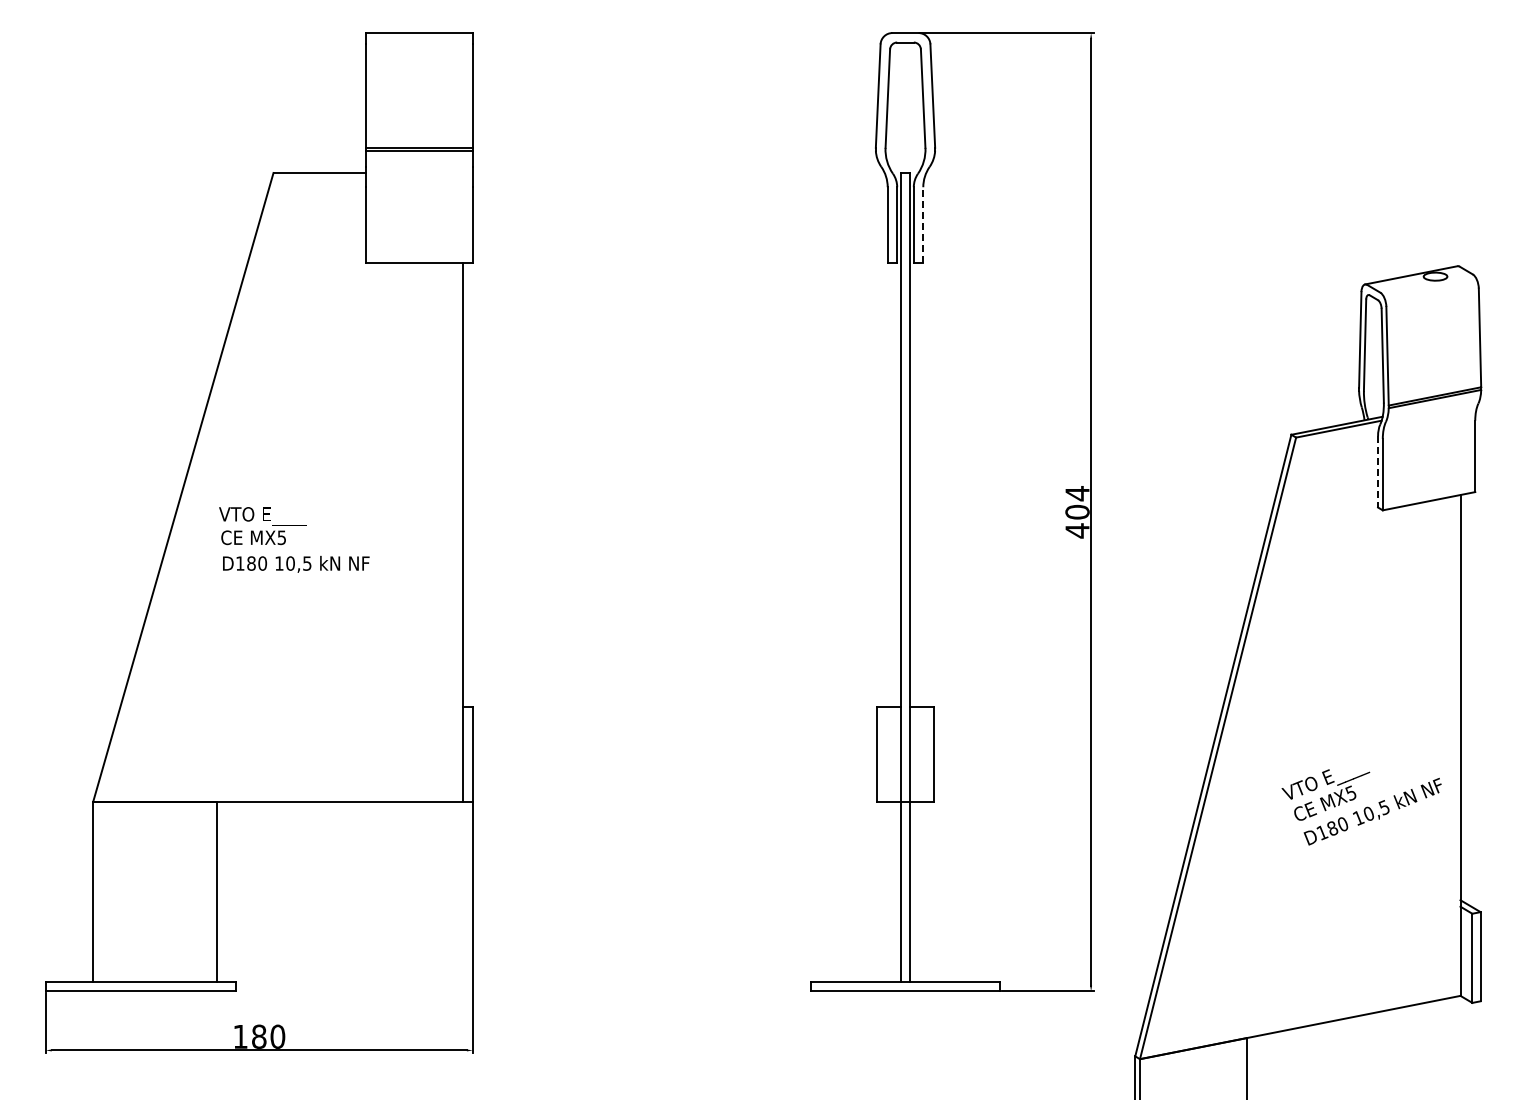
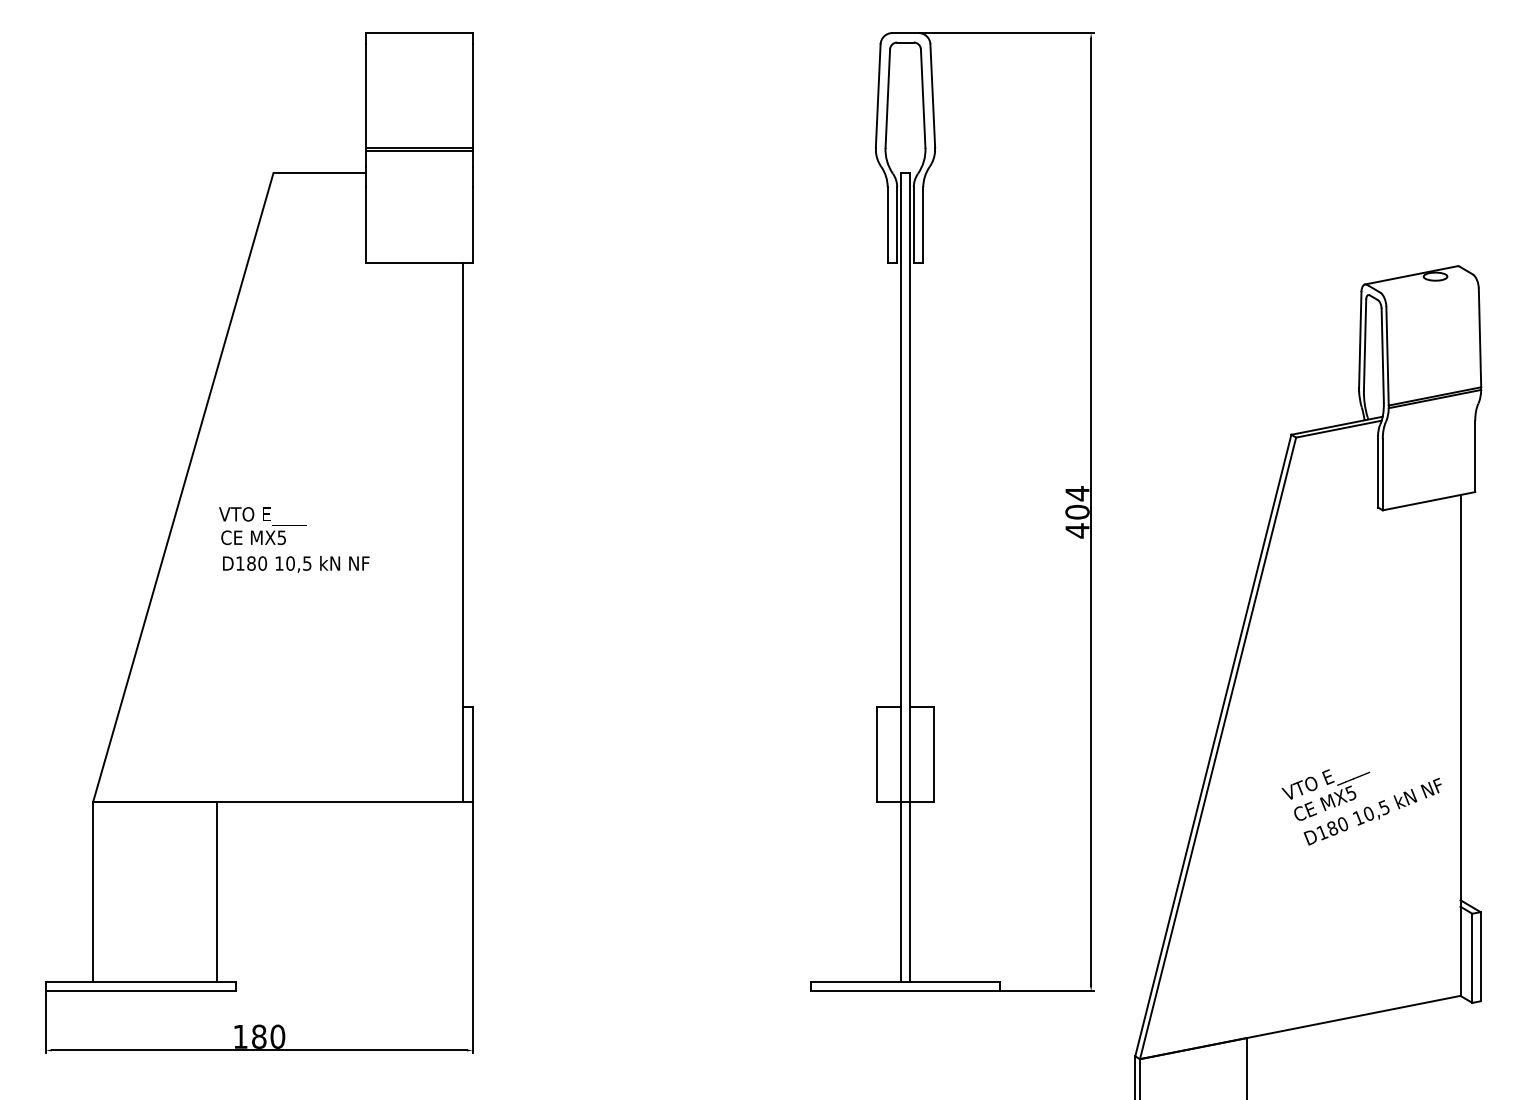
line at (923, 225): dashed -> solid
line at (1378, 471): dashed -> solid
